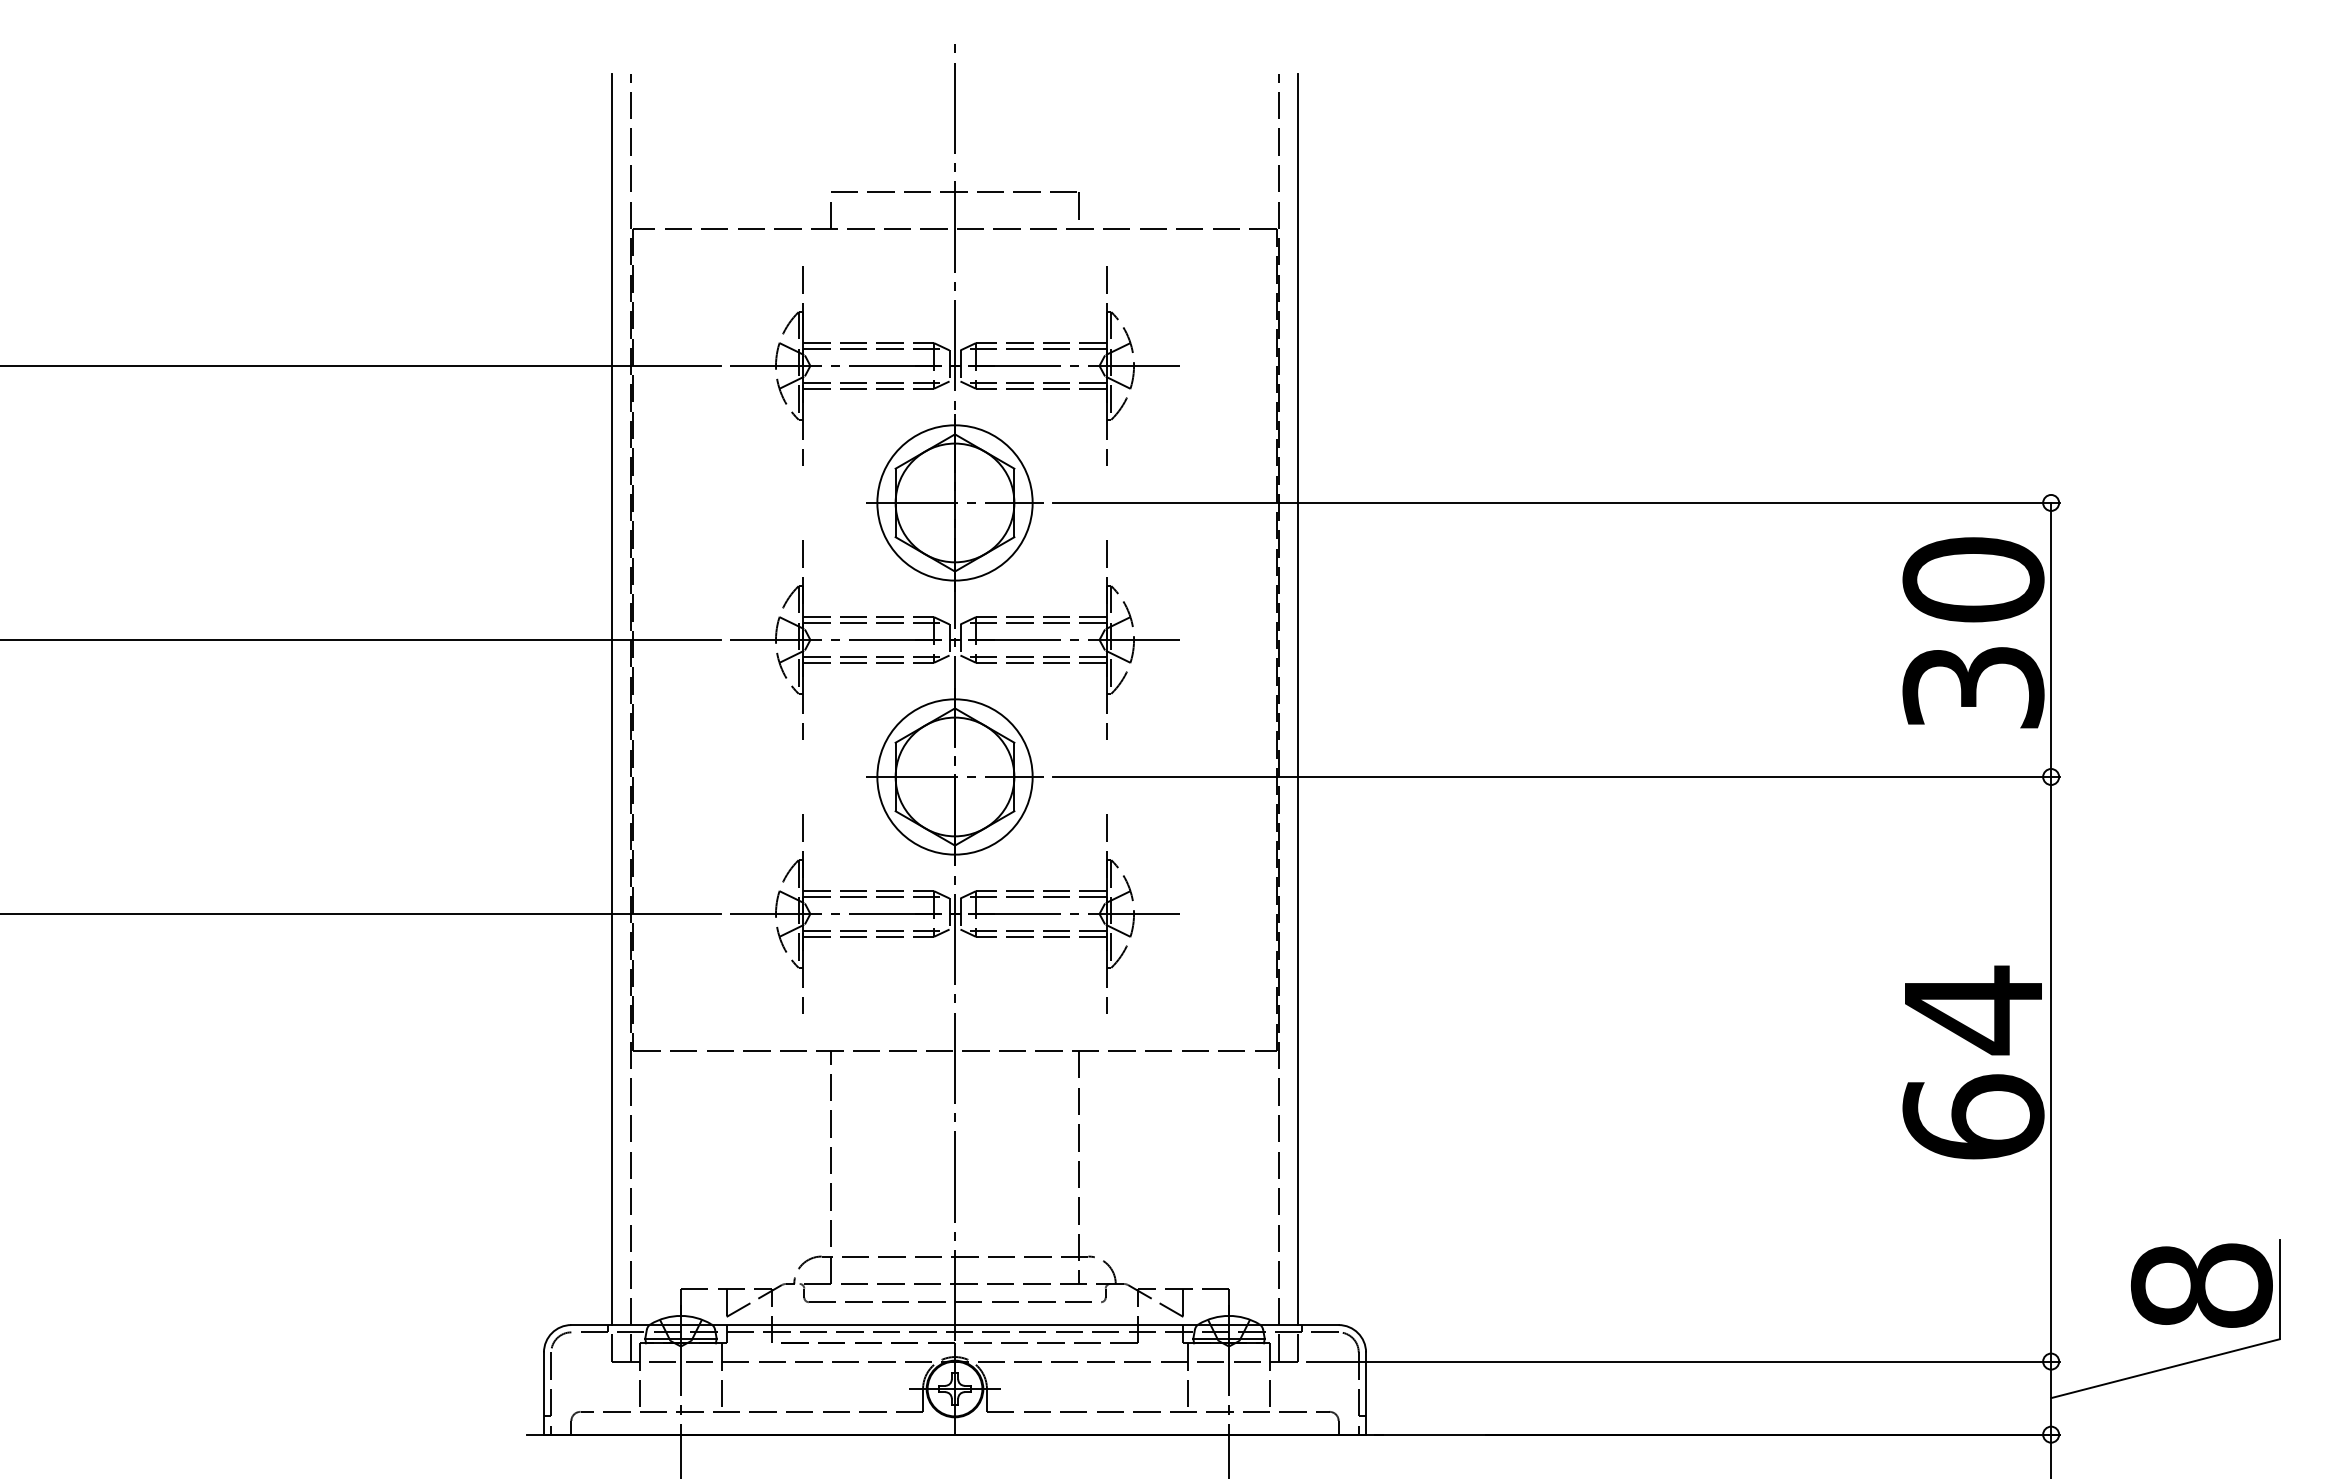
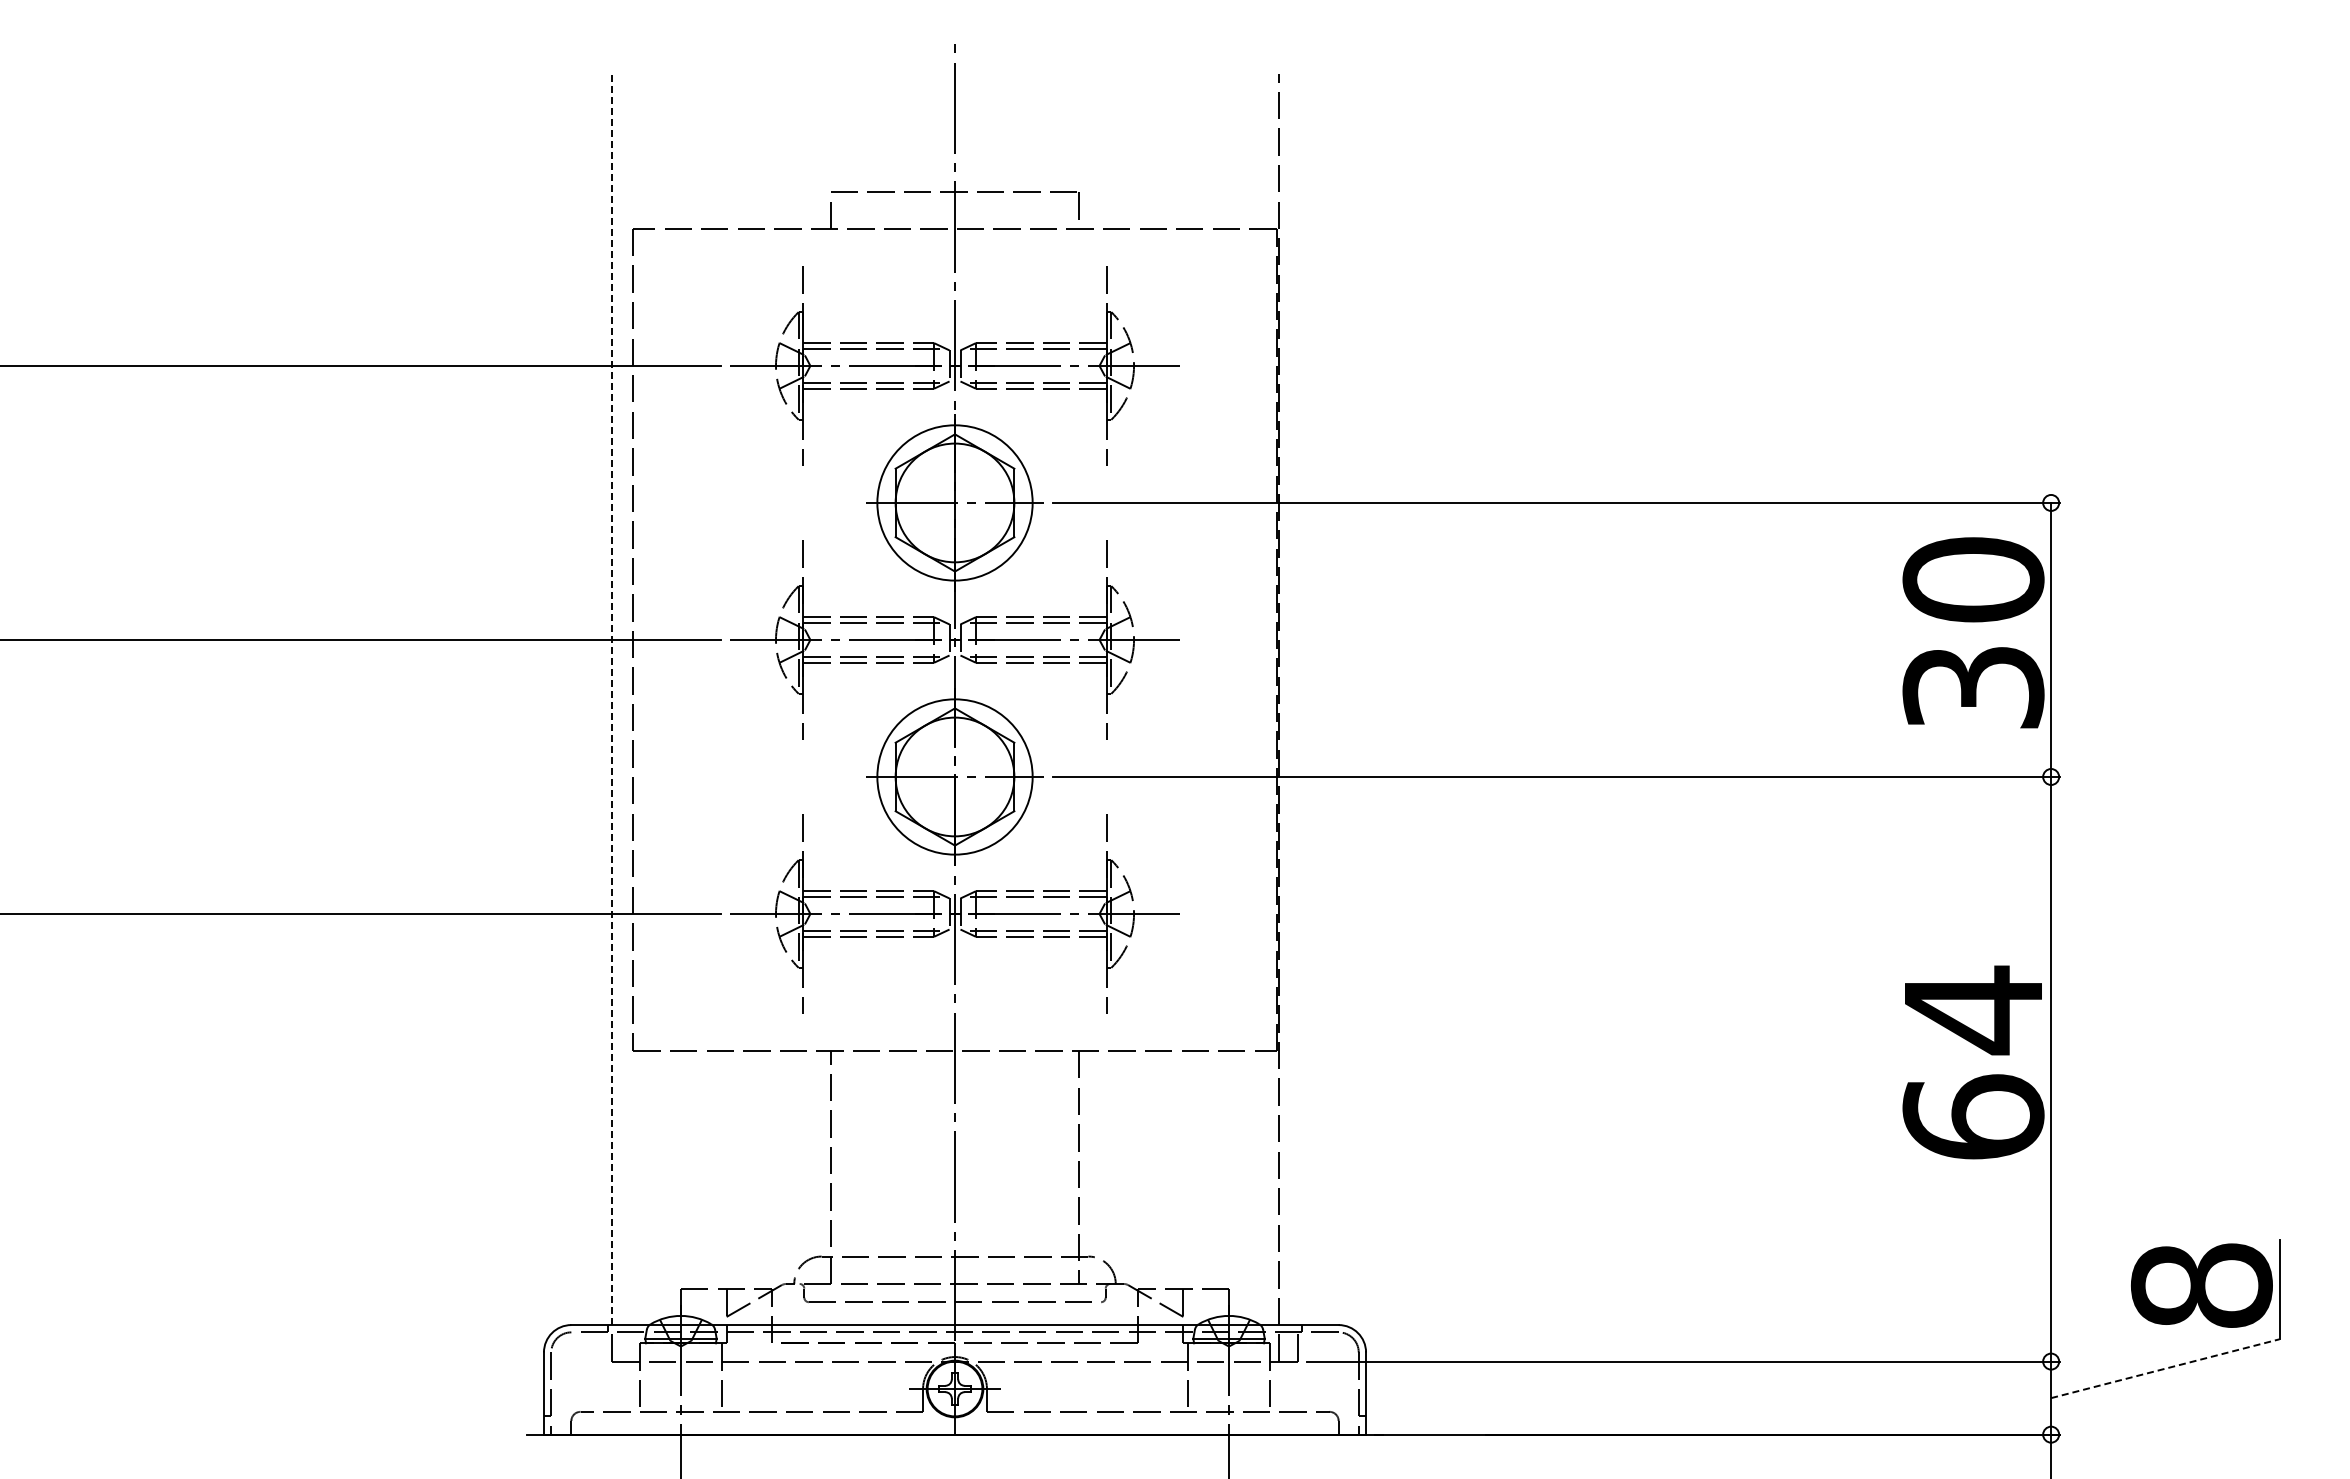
line at (612, 699): solid -> dashed
line at (1297, 699): present -> none
line at (630, 717): present -> none
line at (2165, 1368): solid -> dashed
